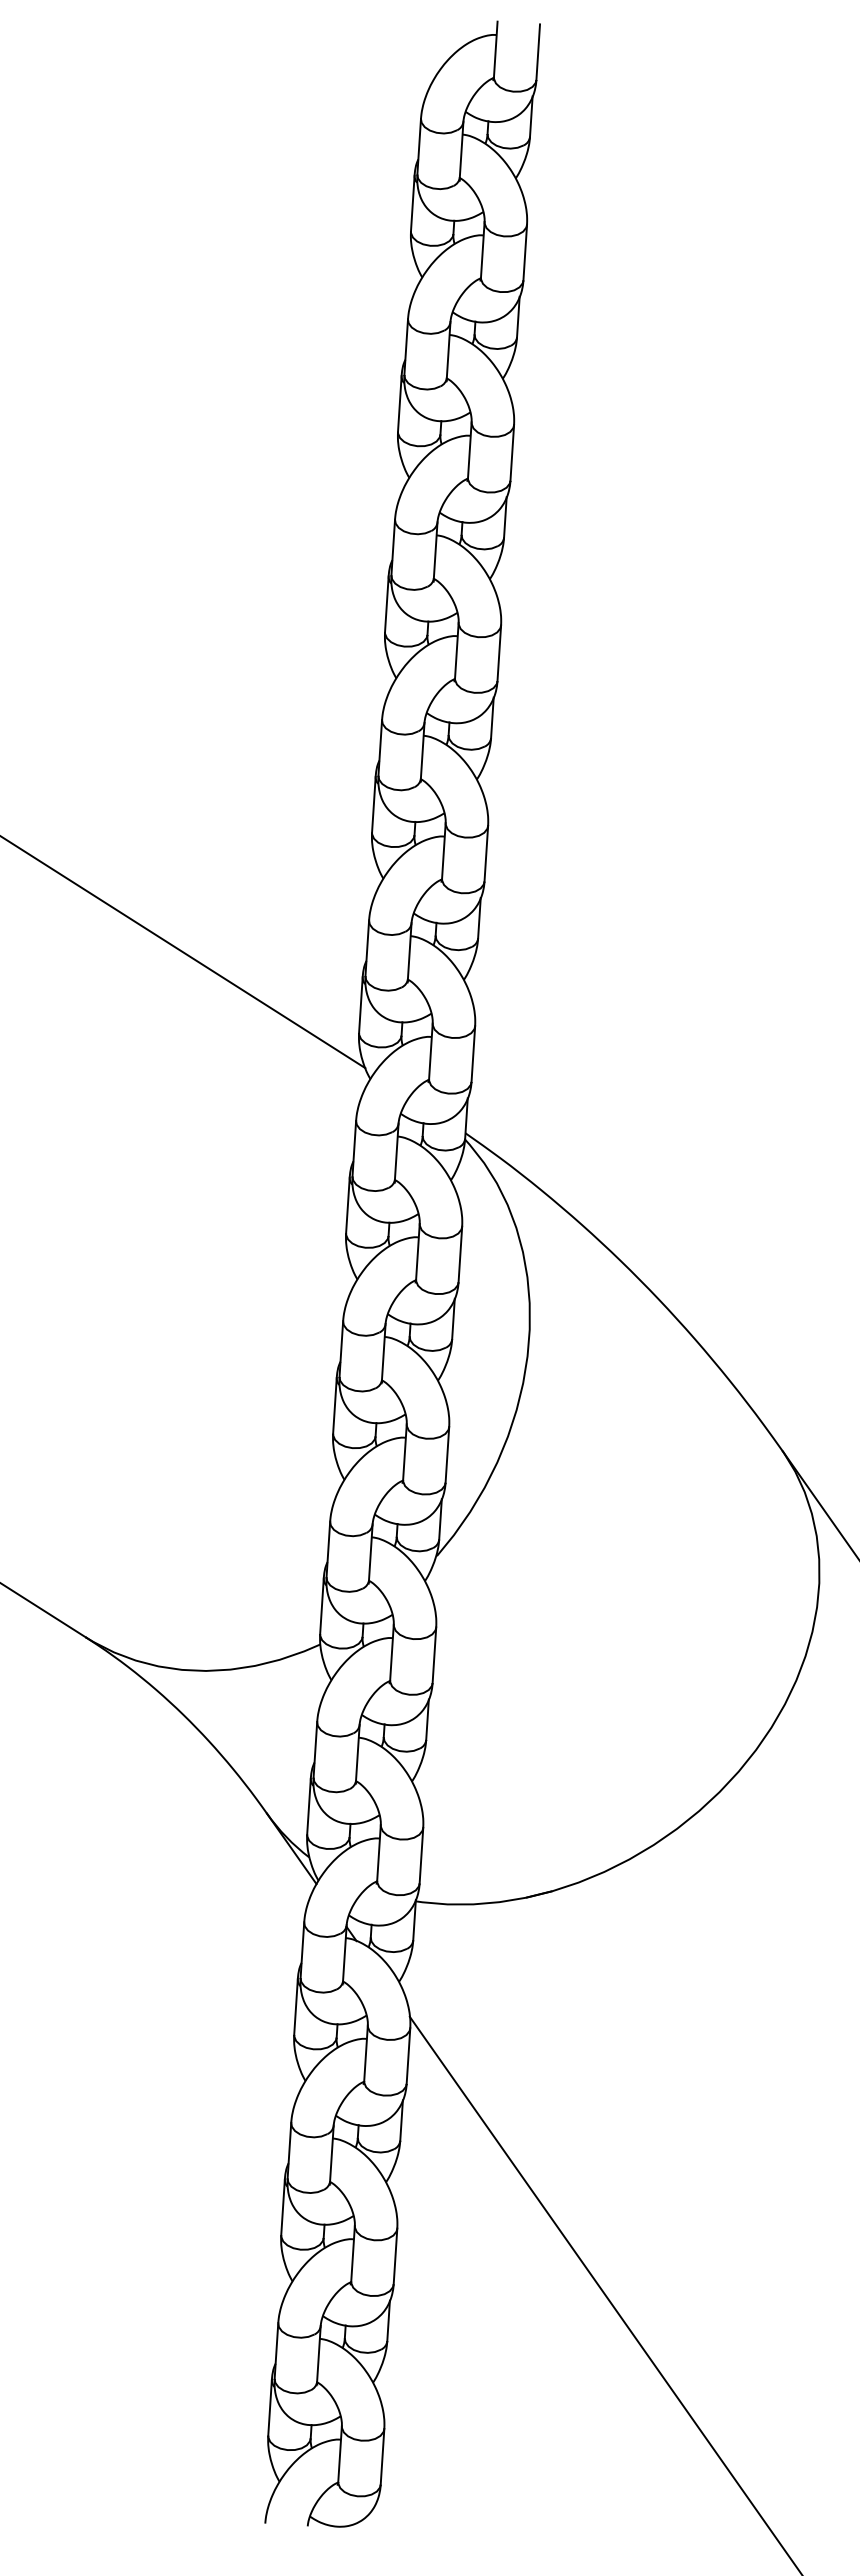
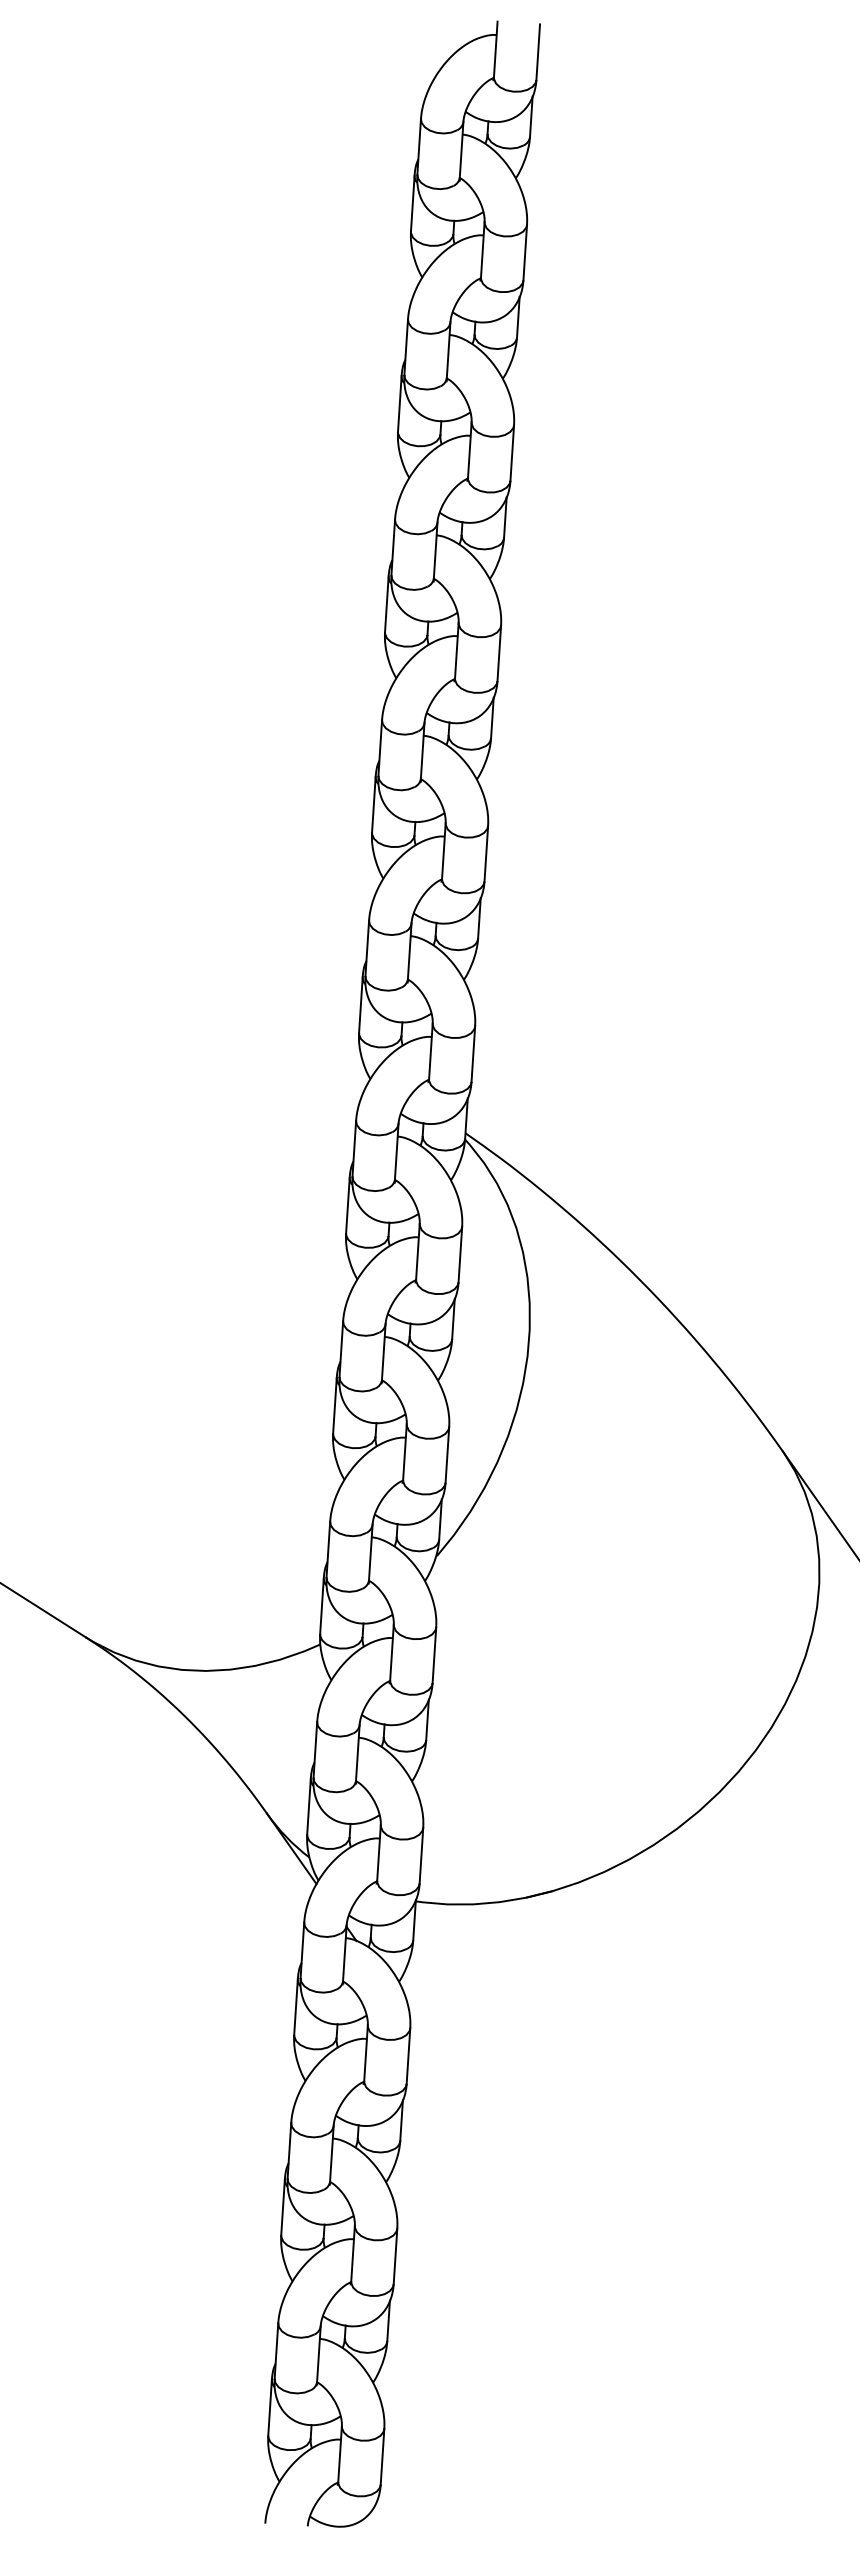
line at (183, 952): present -> none
line at (604, 2294): present -> none
